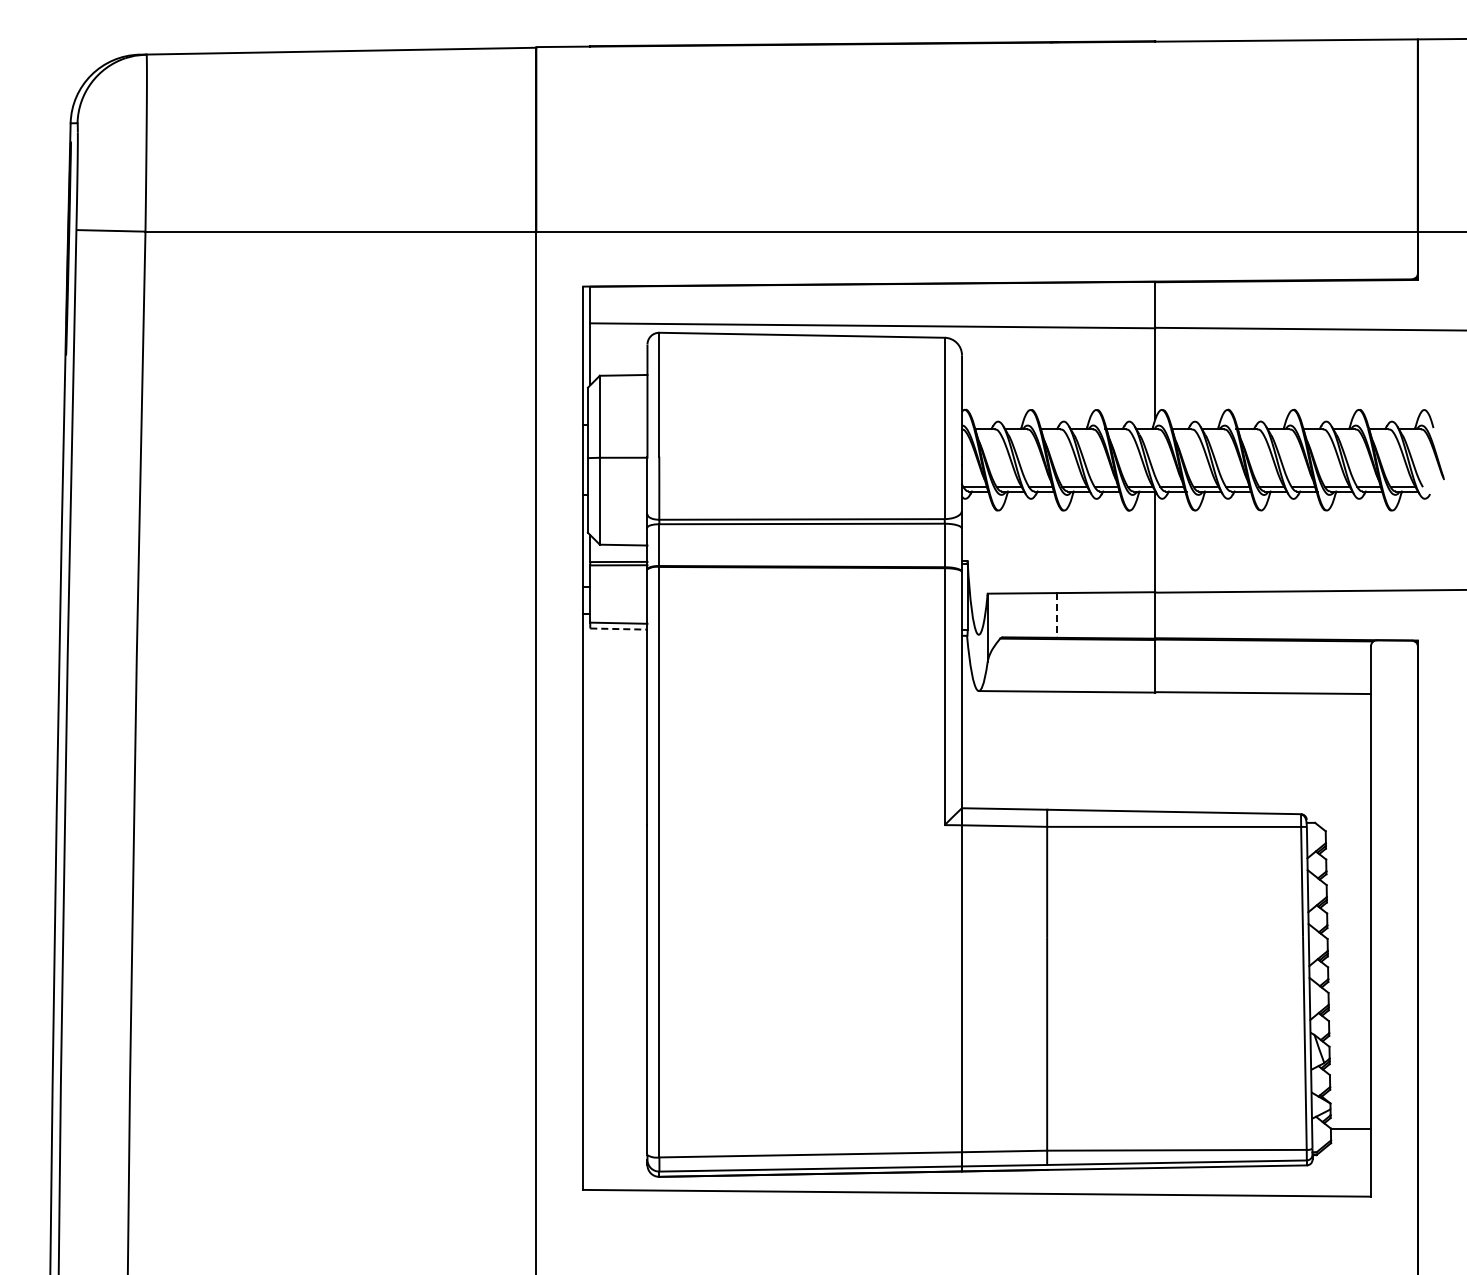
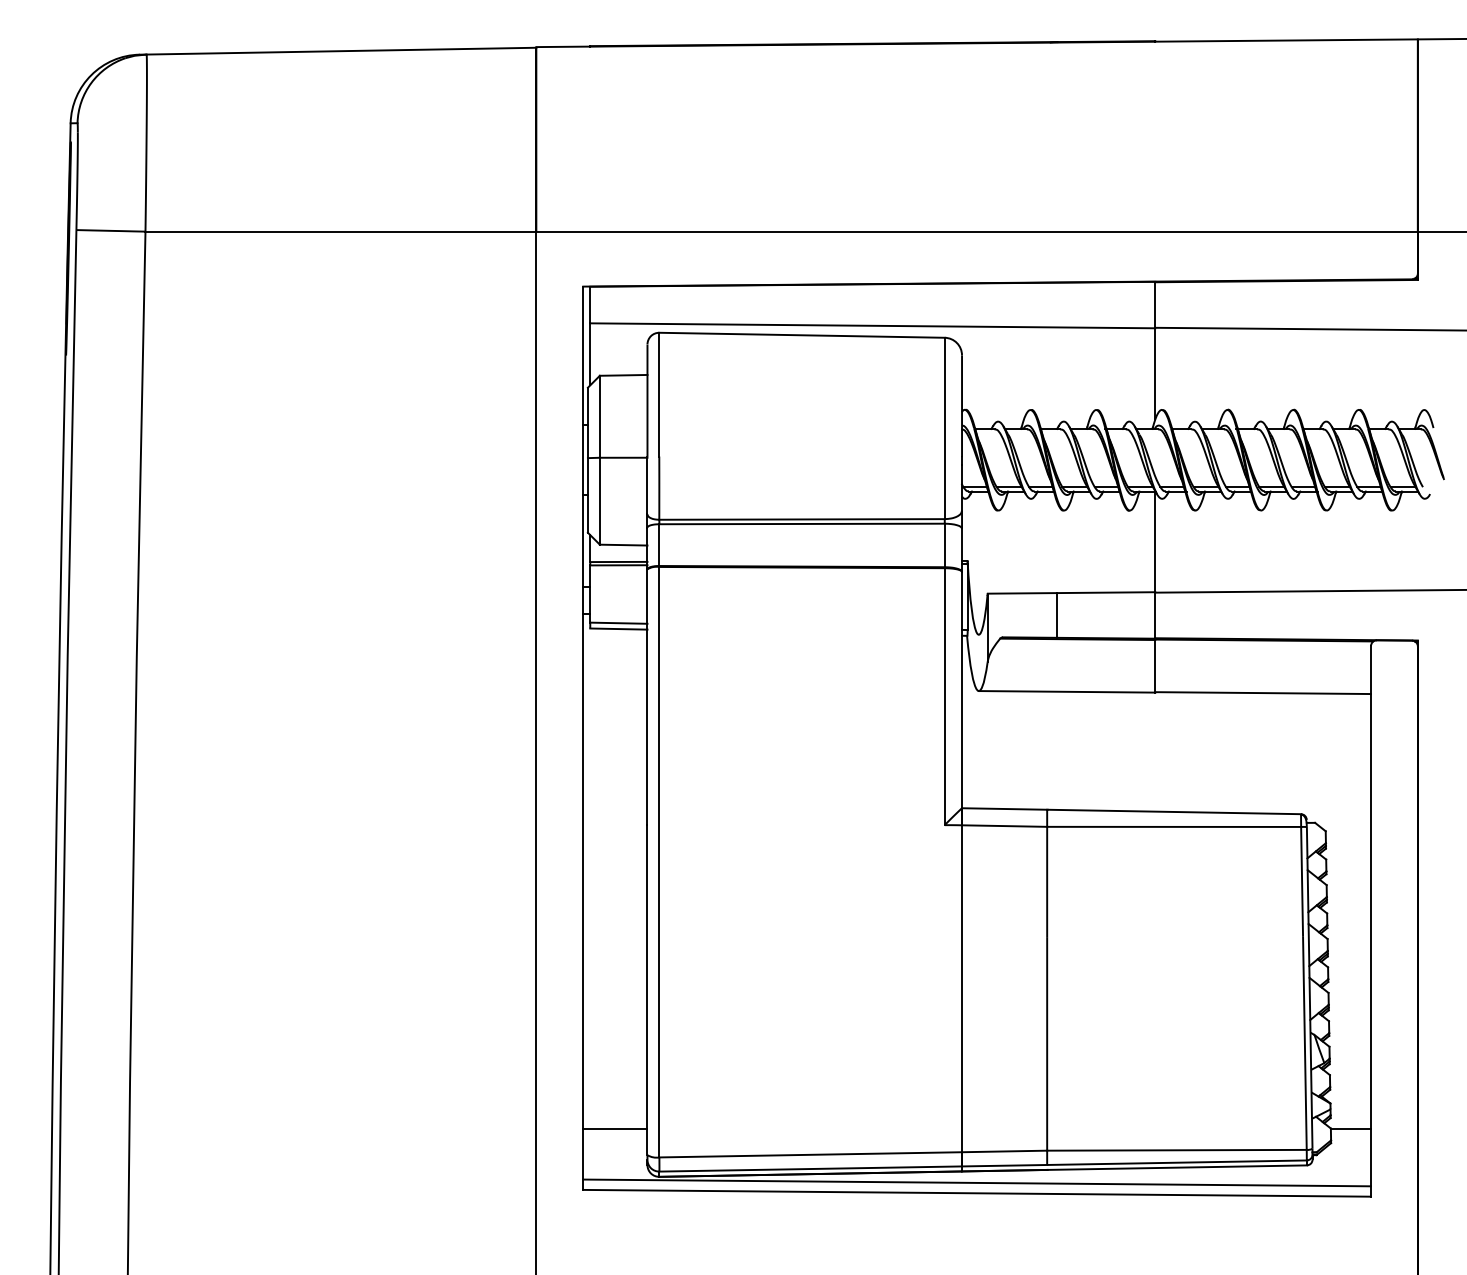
line at (1057, 615): dashed -> solid
line at (618, 629): dashed -> solid
line at (615, 1128): none -> present
line at (977, 1182): none -> present
